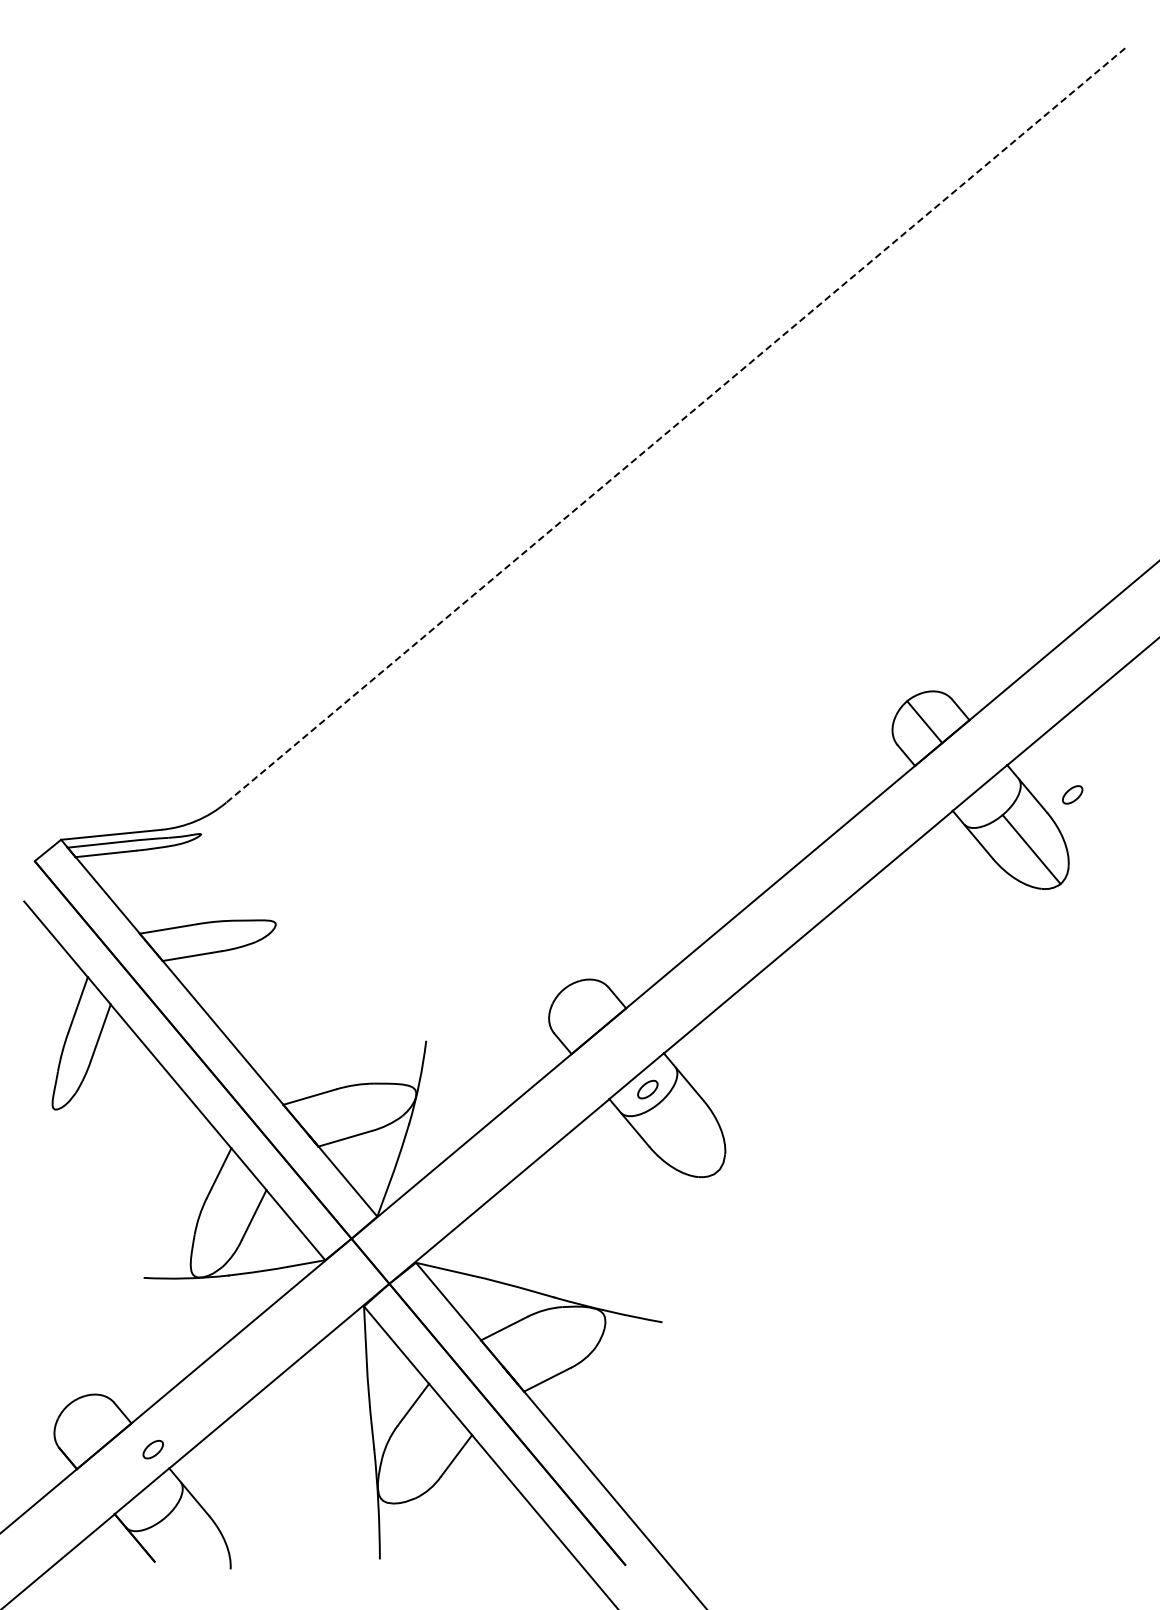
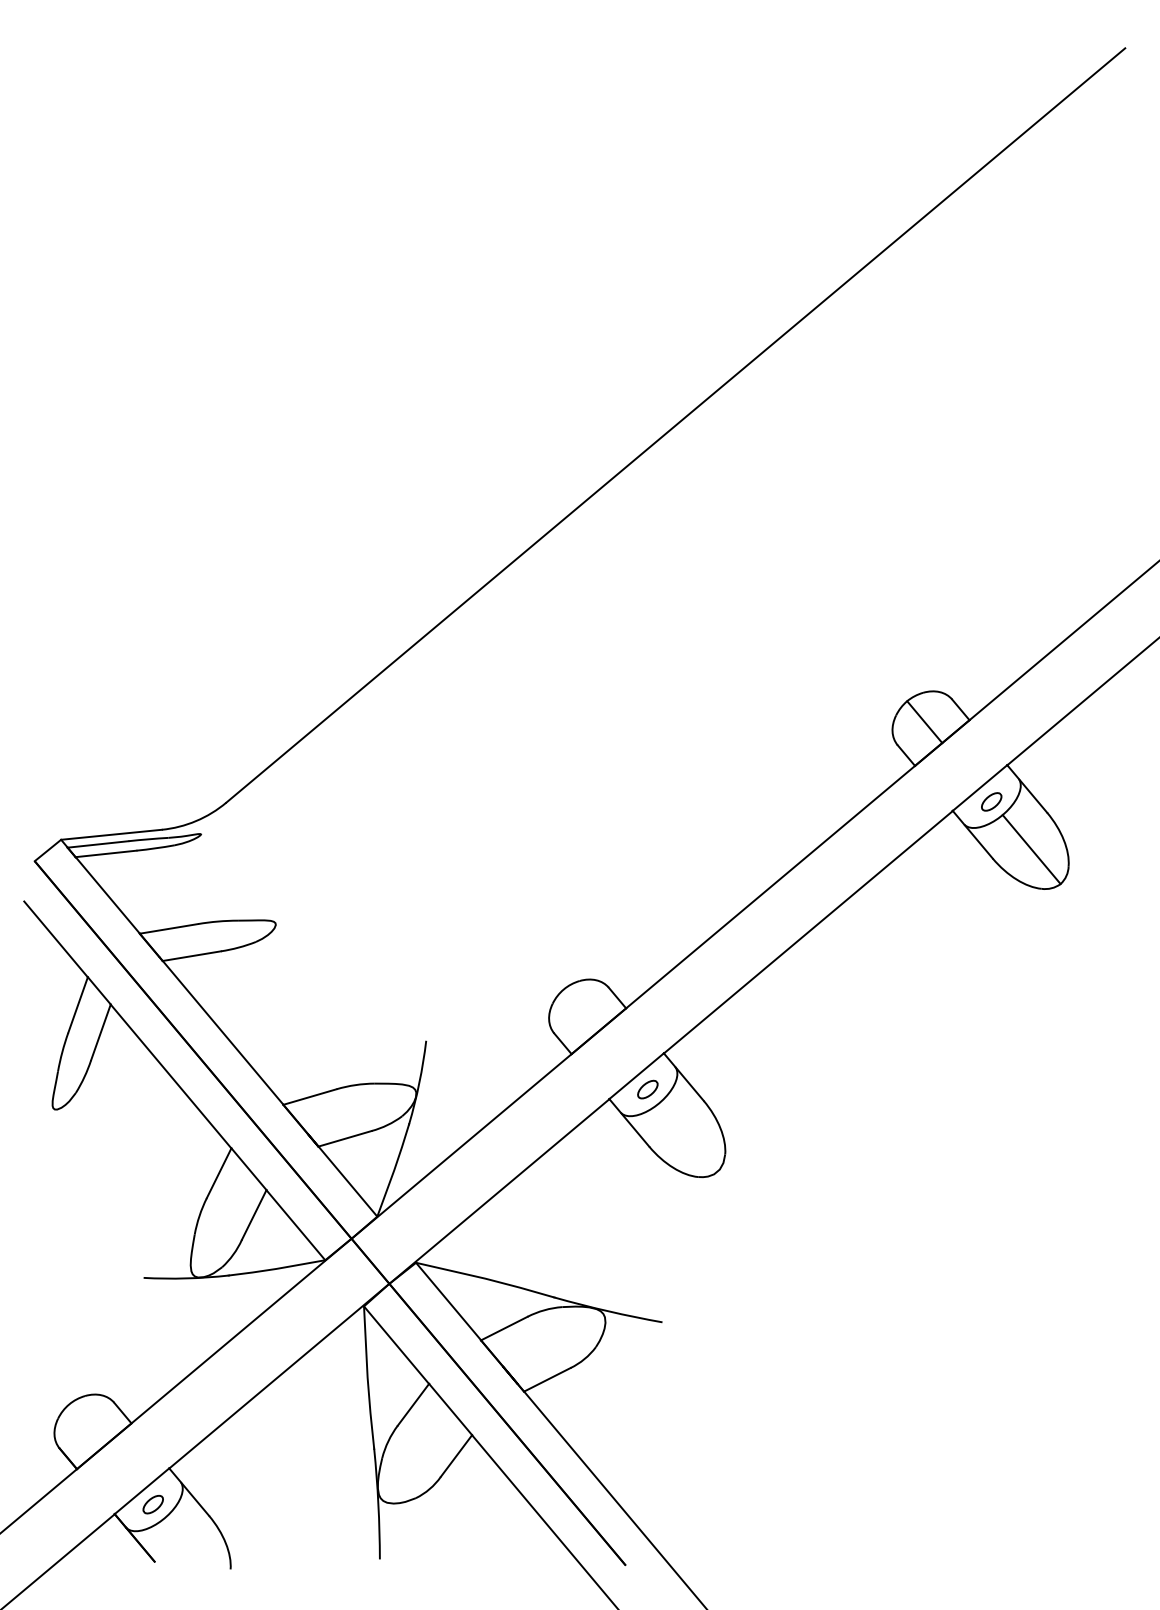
line at (675, 425): dashed -> solid
part at (1072, 794) position: (1072, 794) -> (991, 801)
part at (152, 1449) position: (152, 1449) -> (152, 1504)
